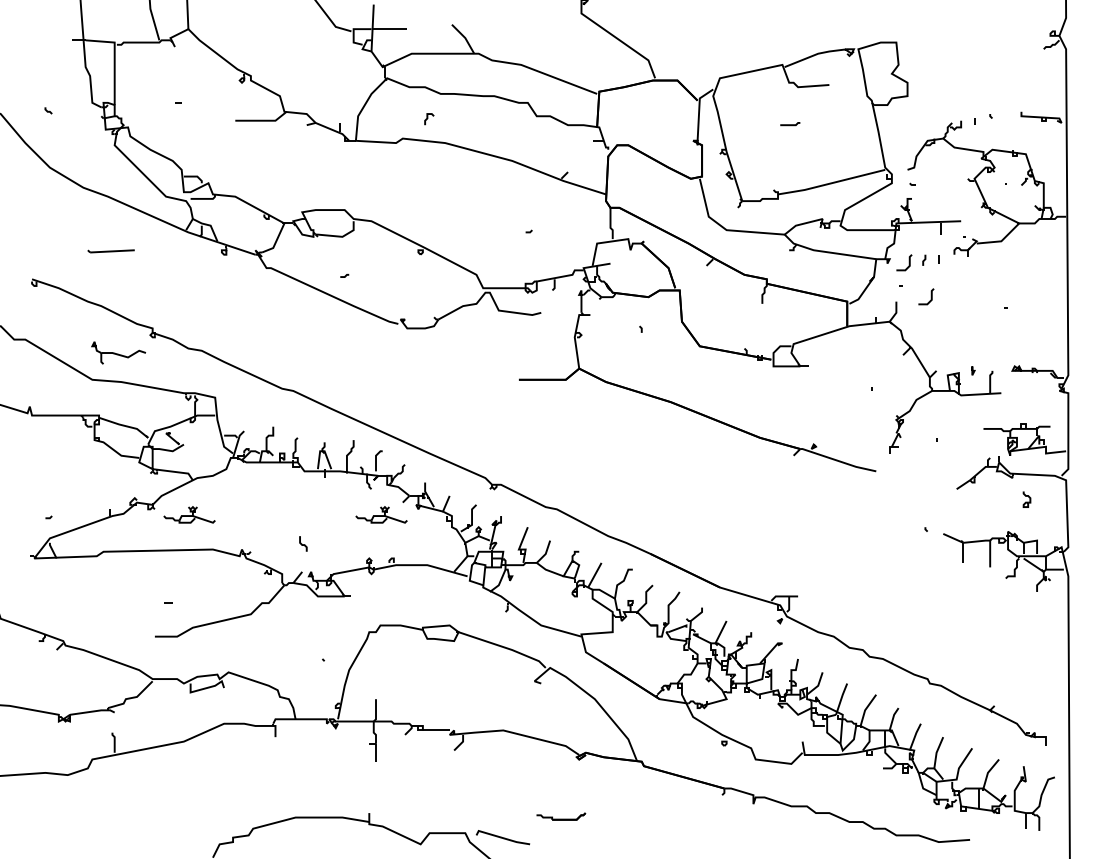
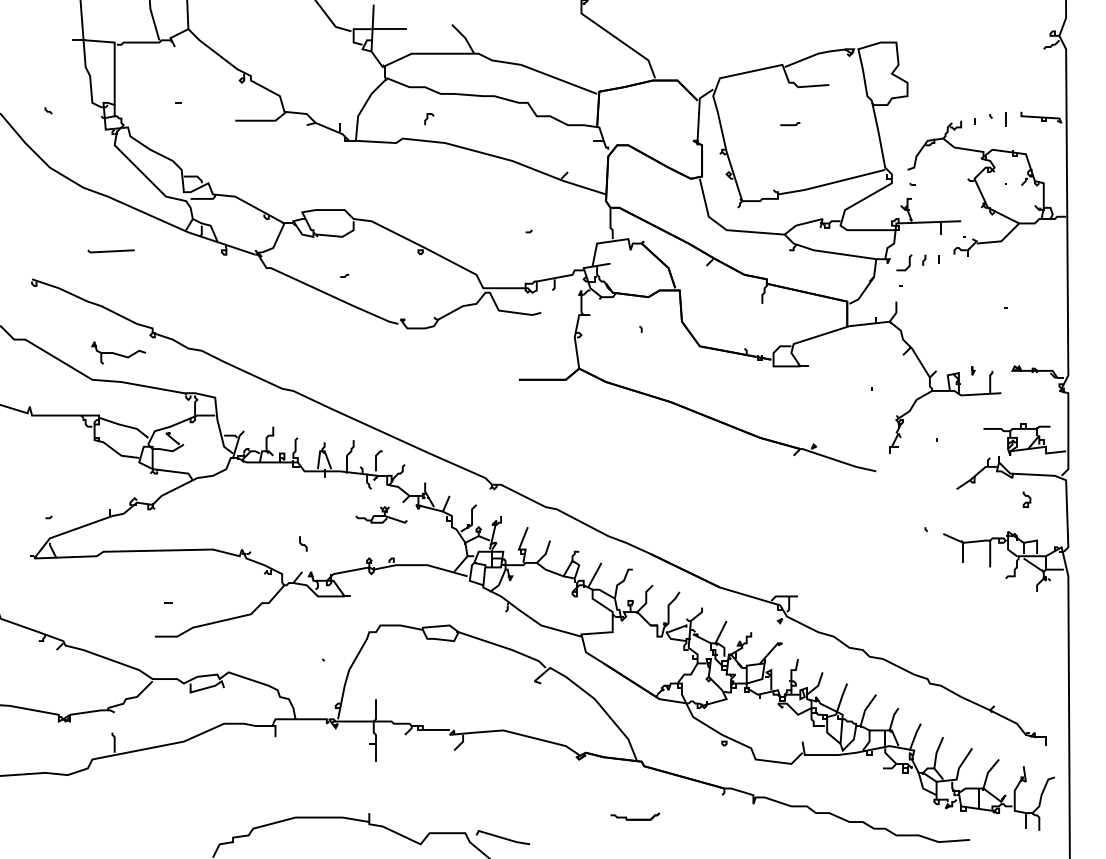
line at (1005, 119): none -> present
curve at (930, 296): present -> none
part at (189, 514): present -> none
part at (561, 816) position: (561, 816) -> (635, 816)
